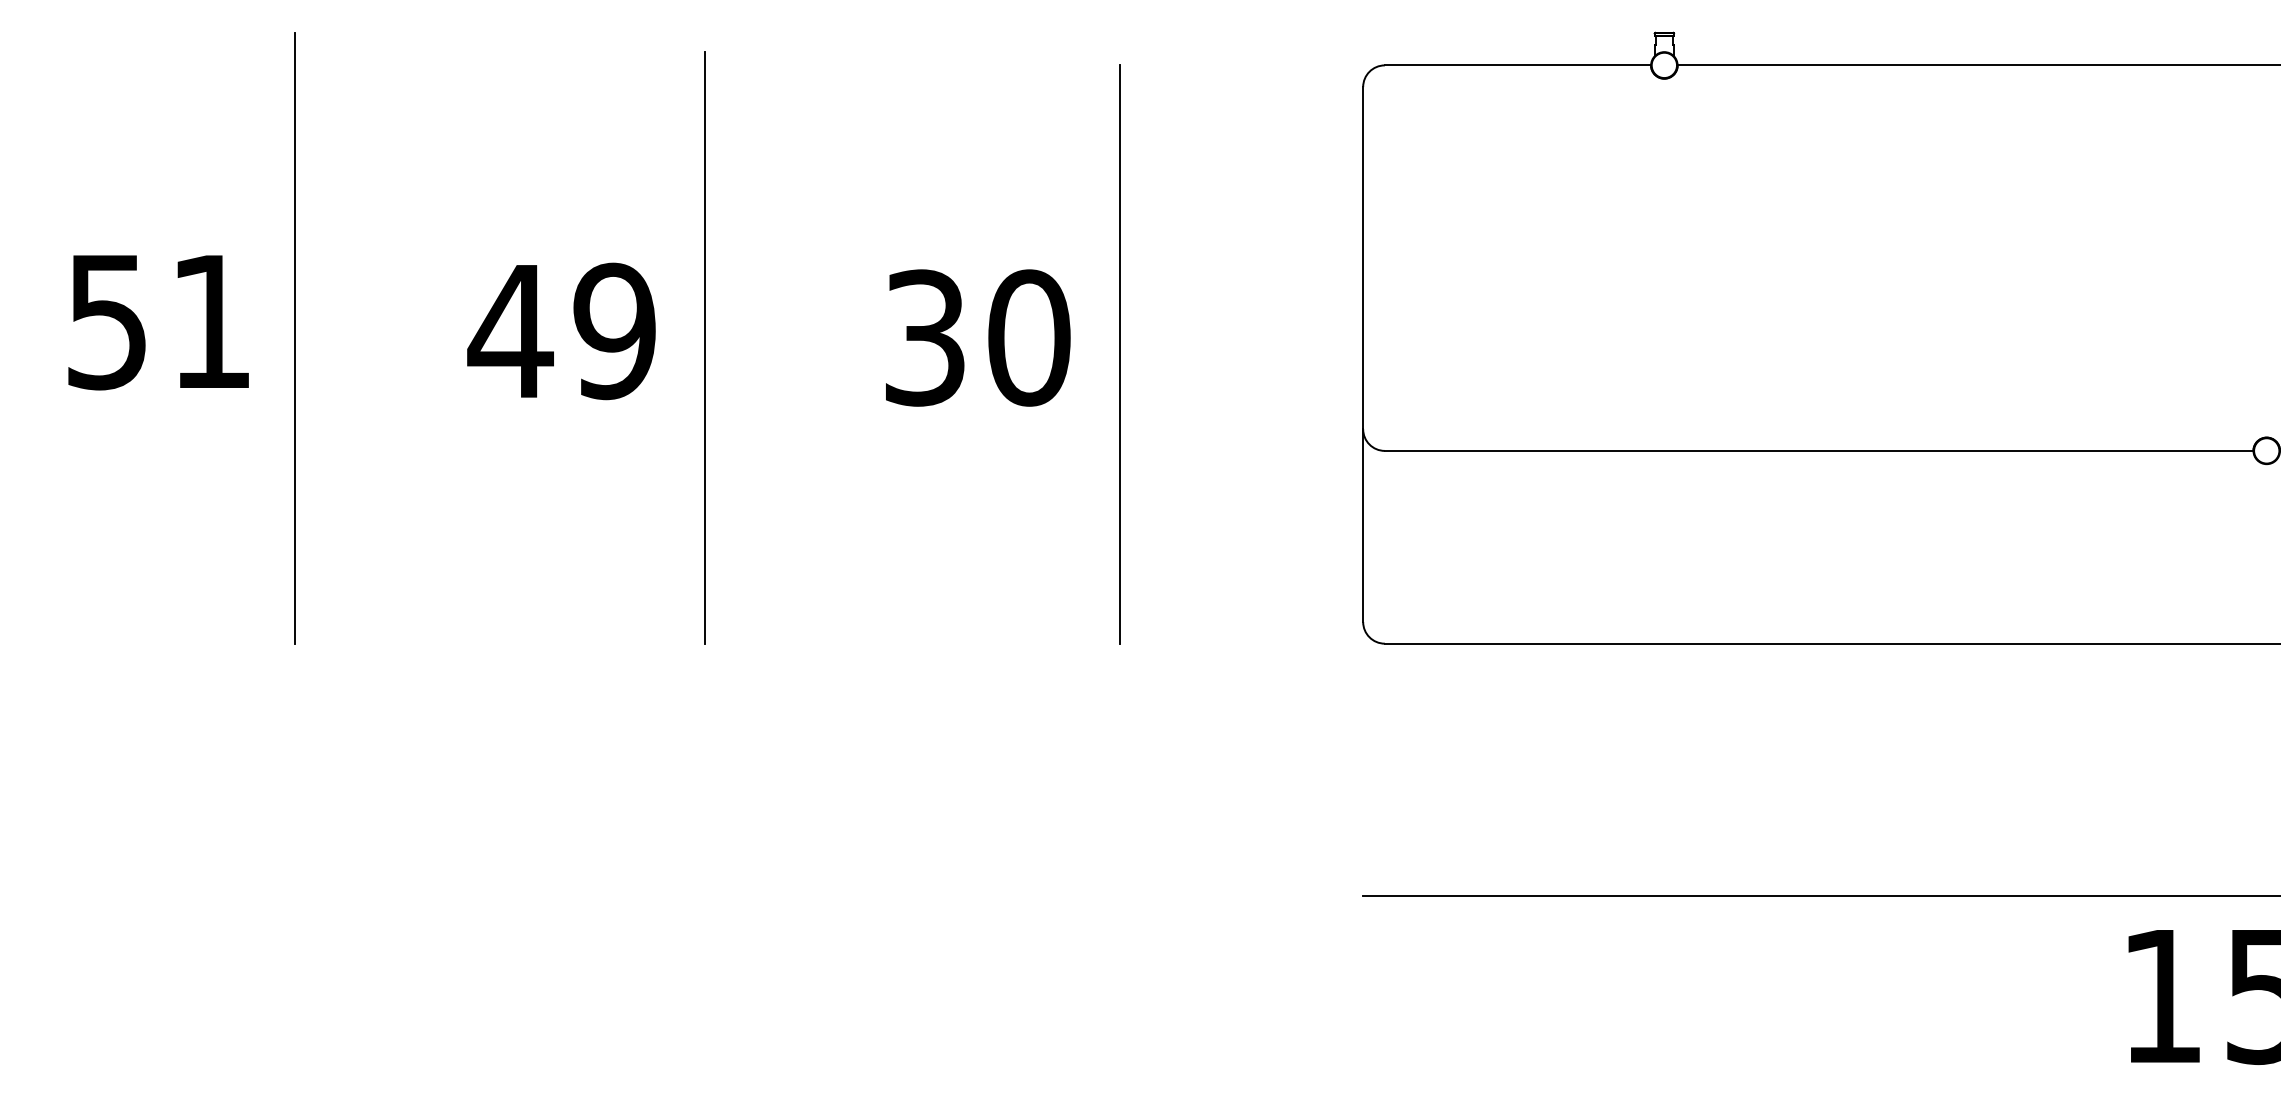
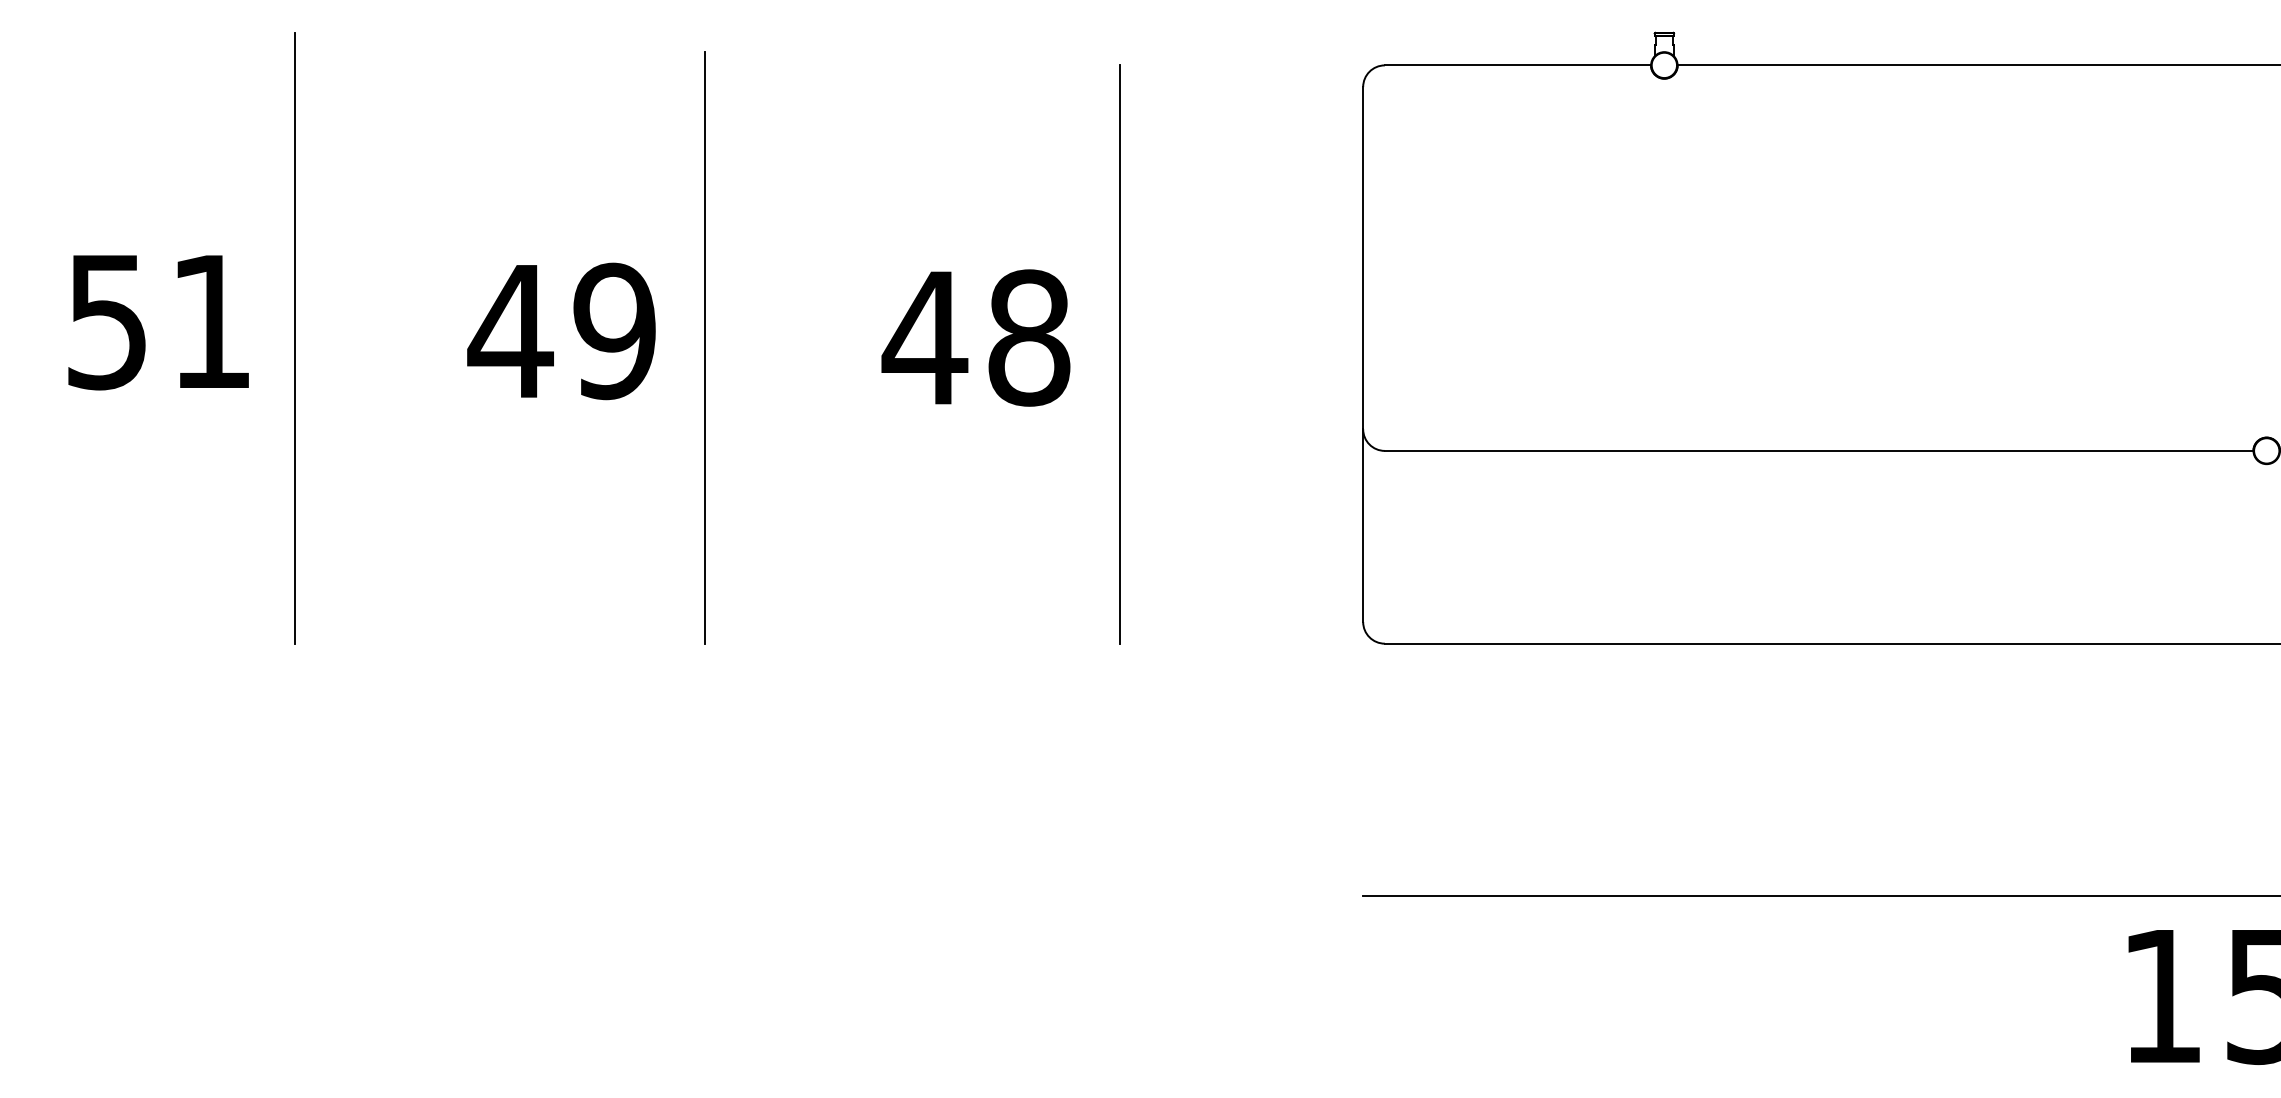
text at (975, 337): 30 -> 48
